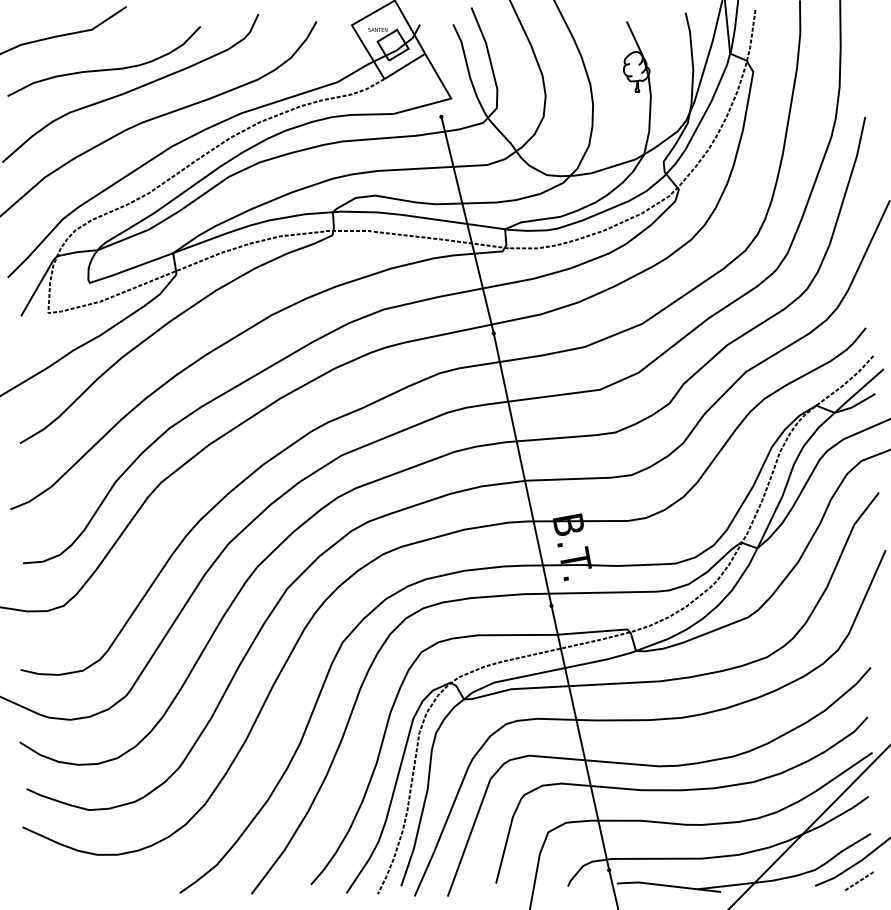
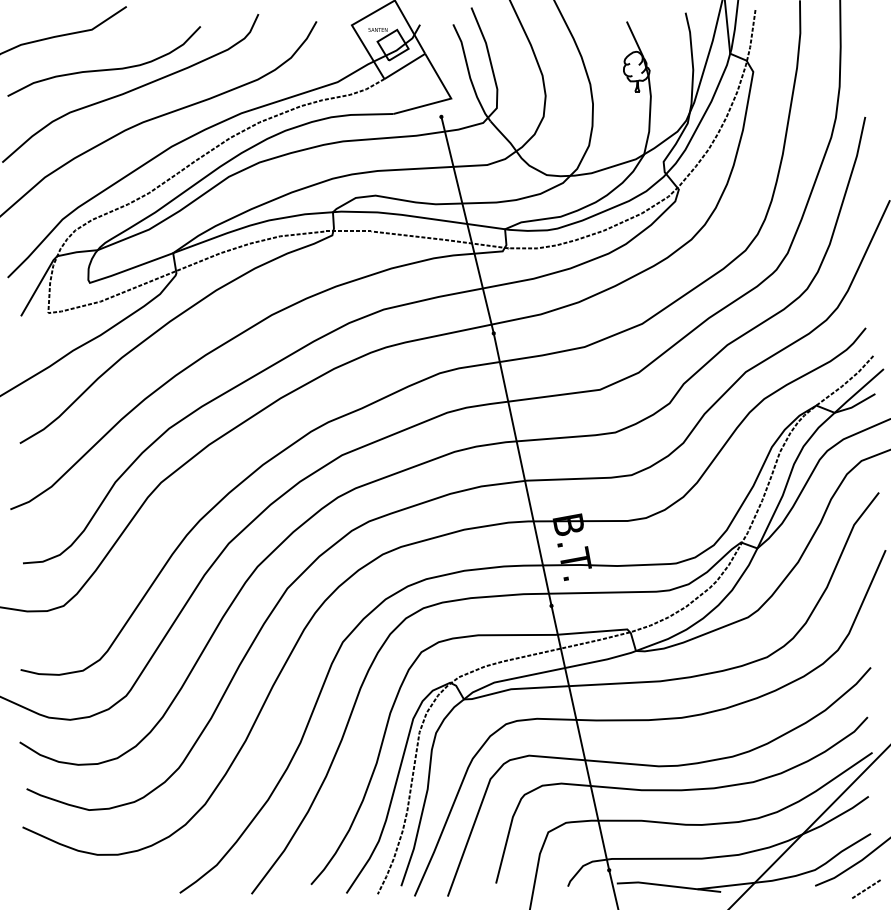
line at (860, 880) position: (860, 880) -> (867, 888)
